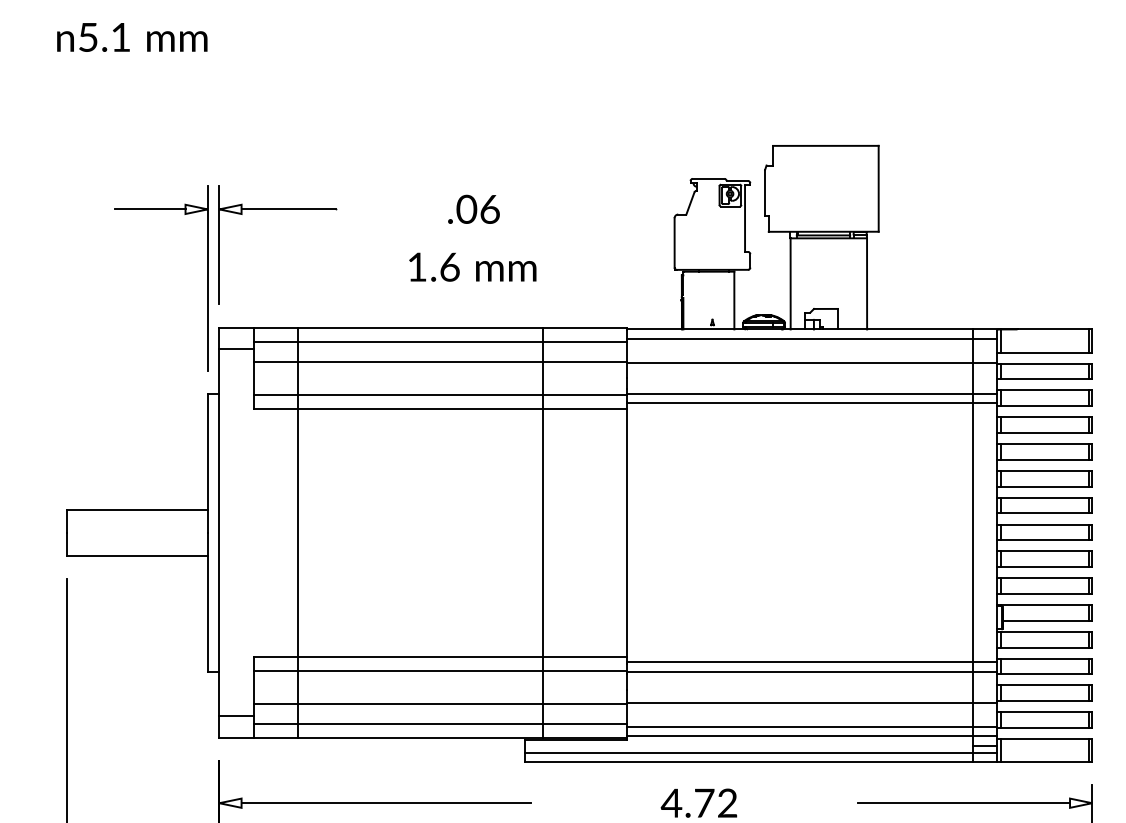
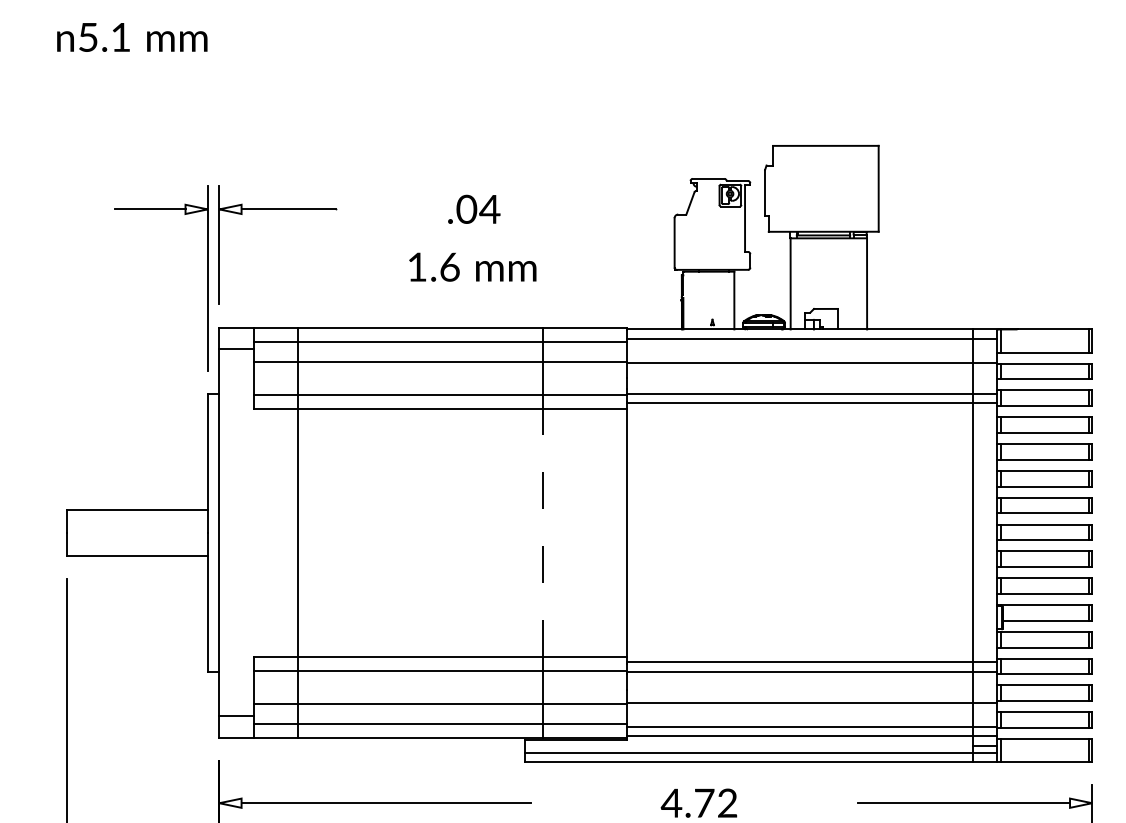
text at (489, 209): .06 -> .04
line at (543, 532): solid -> dashed
